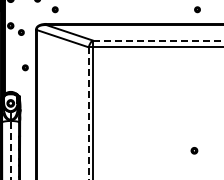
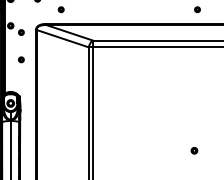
part at (54, 9) position: (54, 9) -> (60, 9)
line at (158, 40): dashed -> solid
part at (25, 67) position: (25, 67) -> (21, 59)
line at (88, 113): dashed -> solid
line at (10, 149): dashed -> solid
